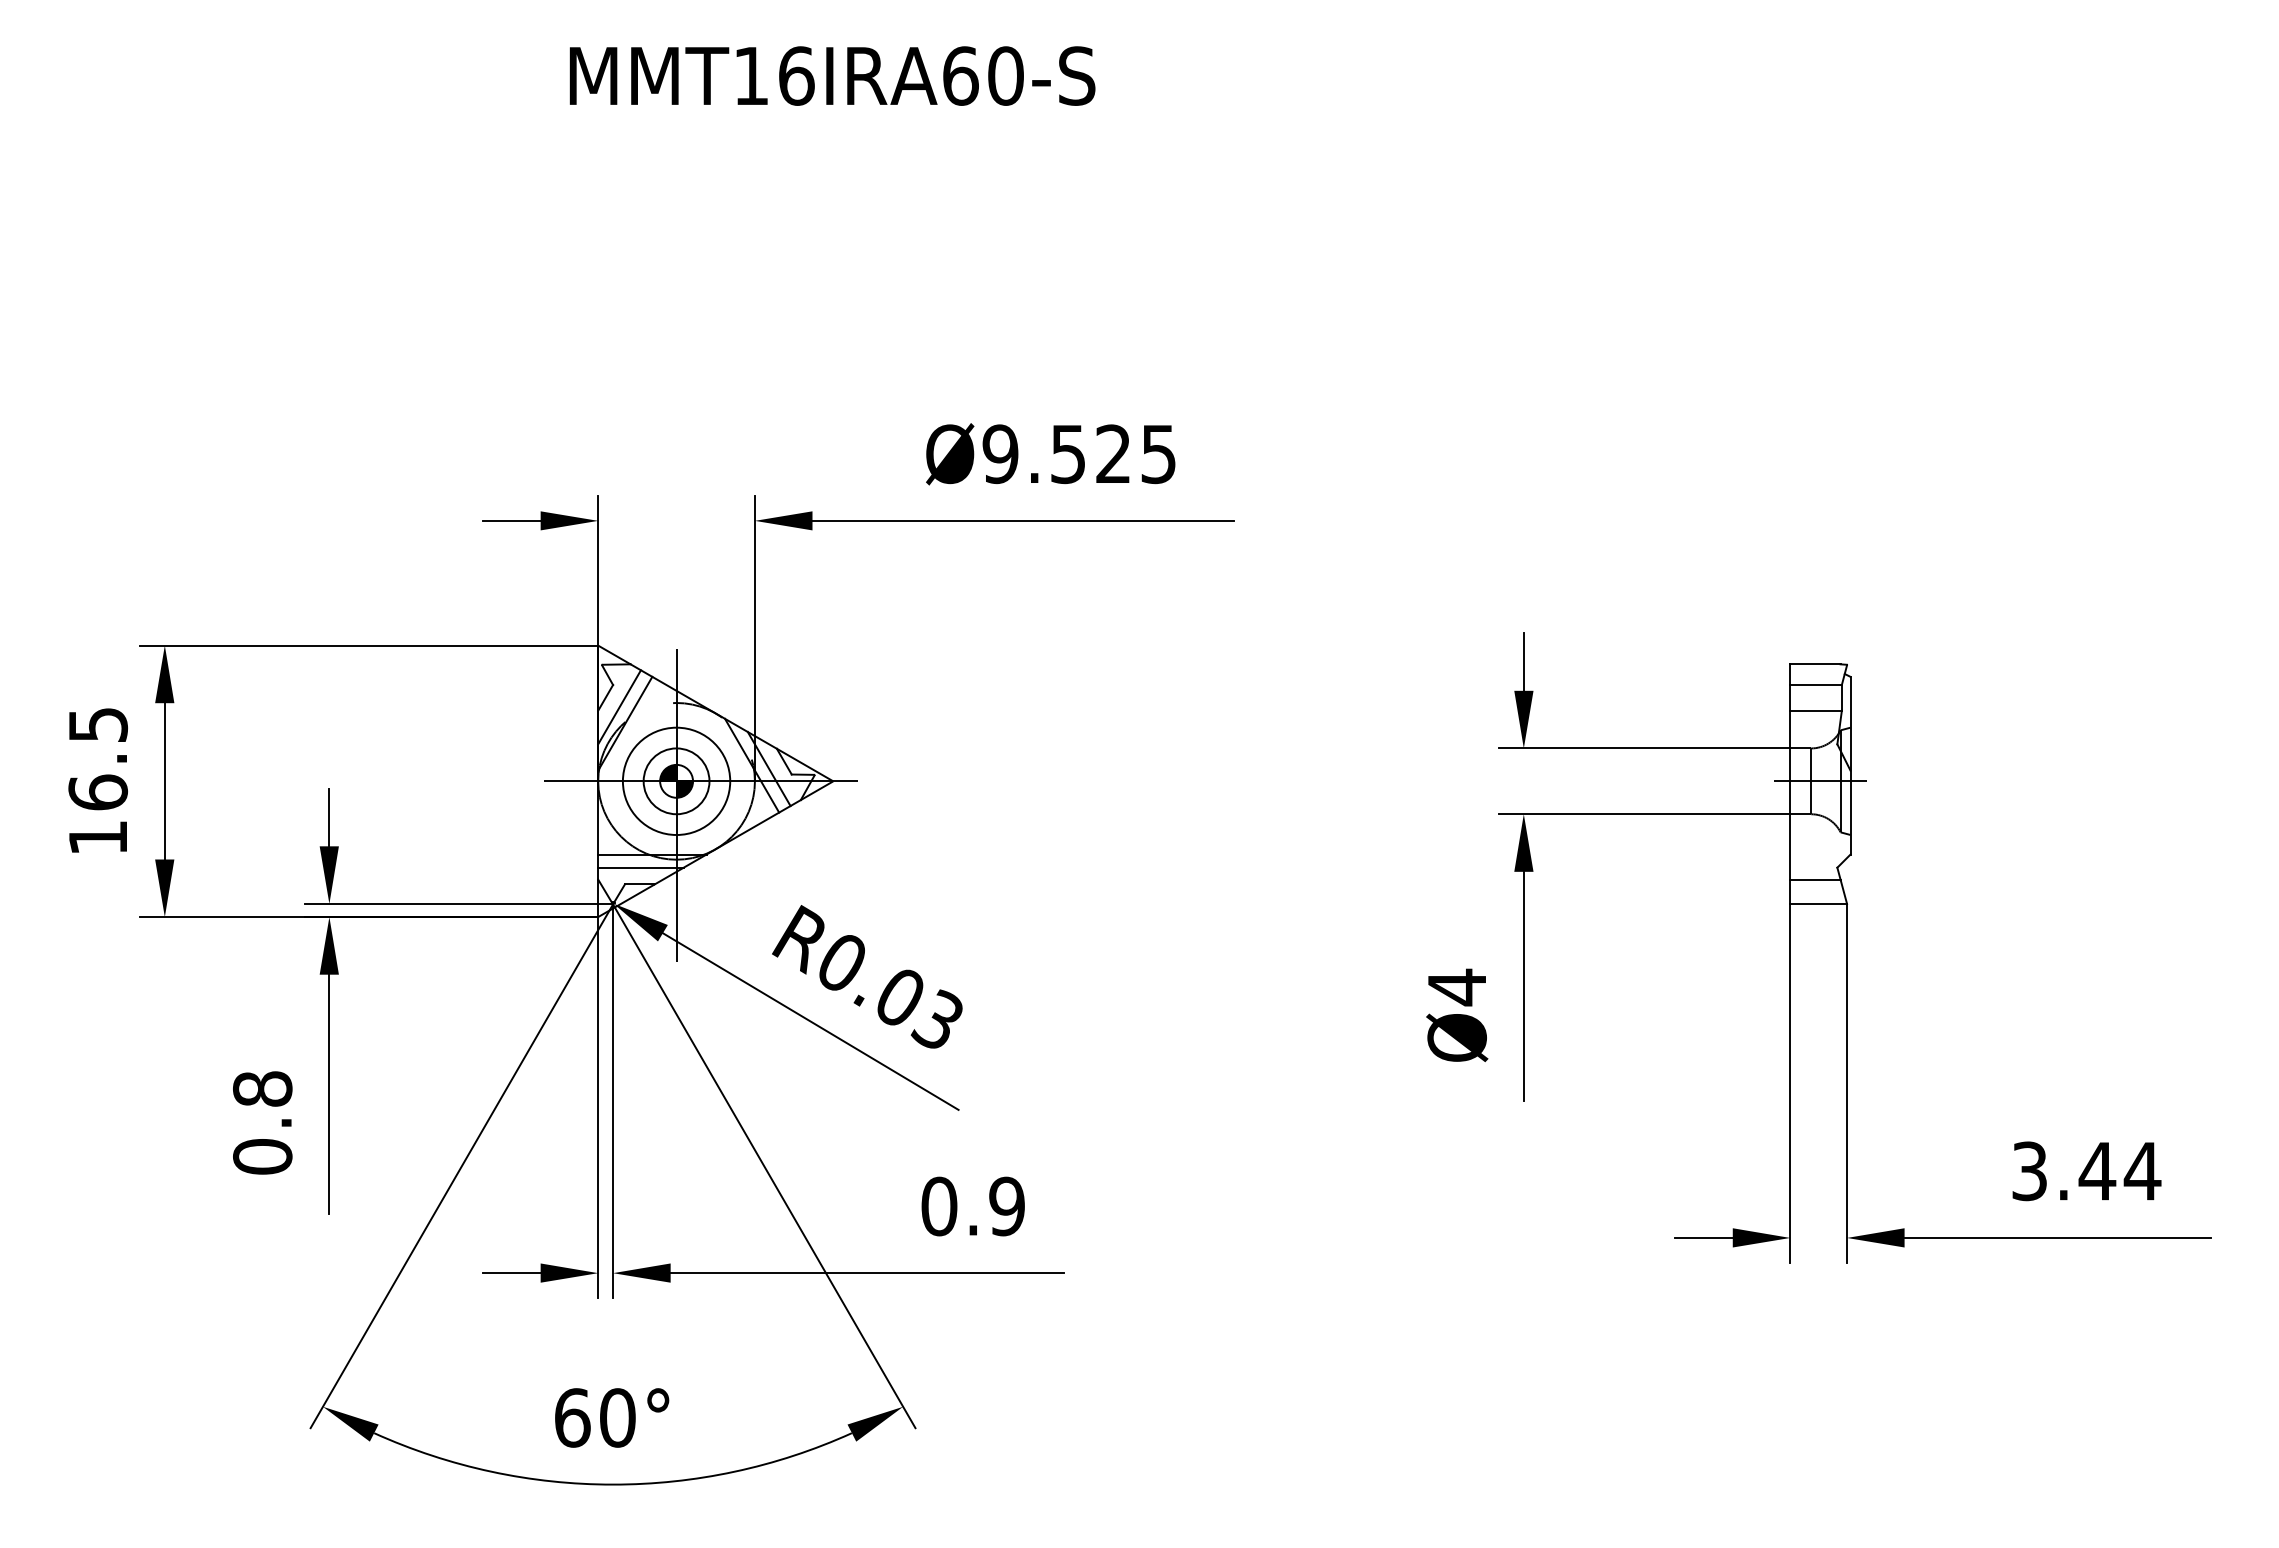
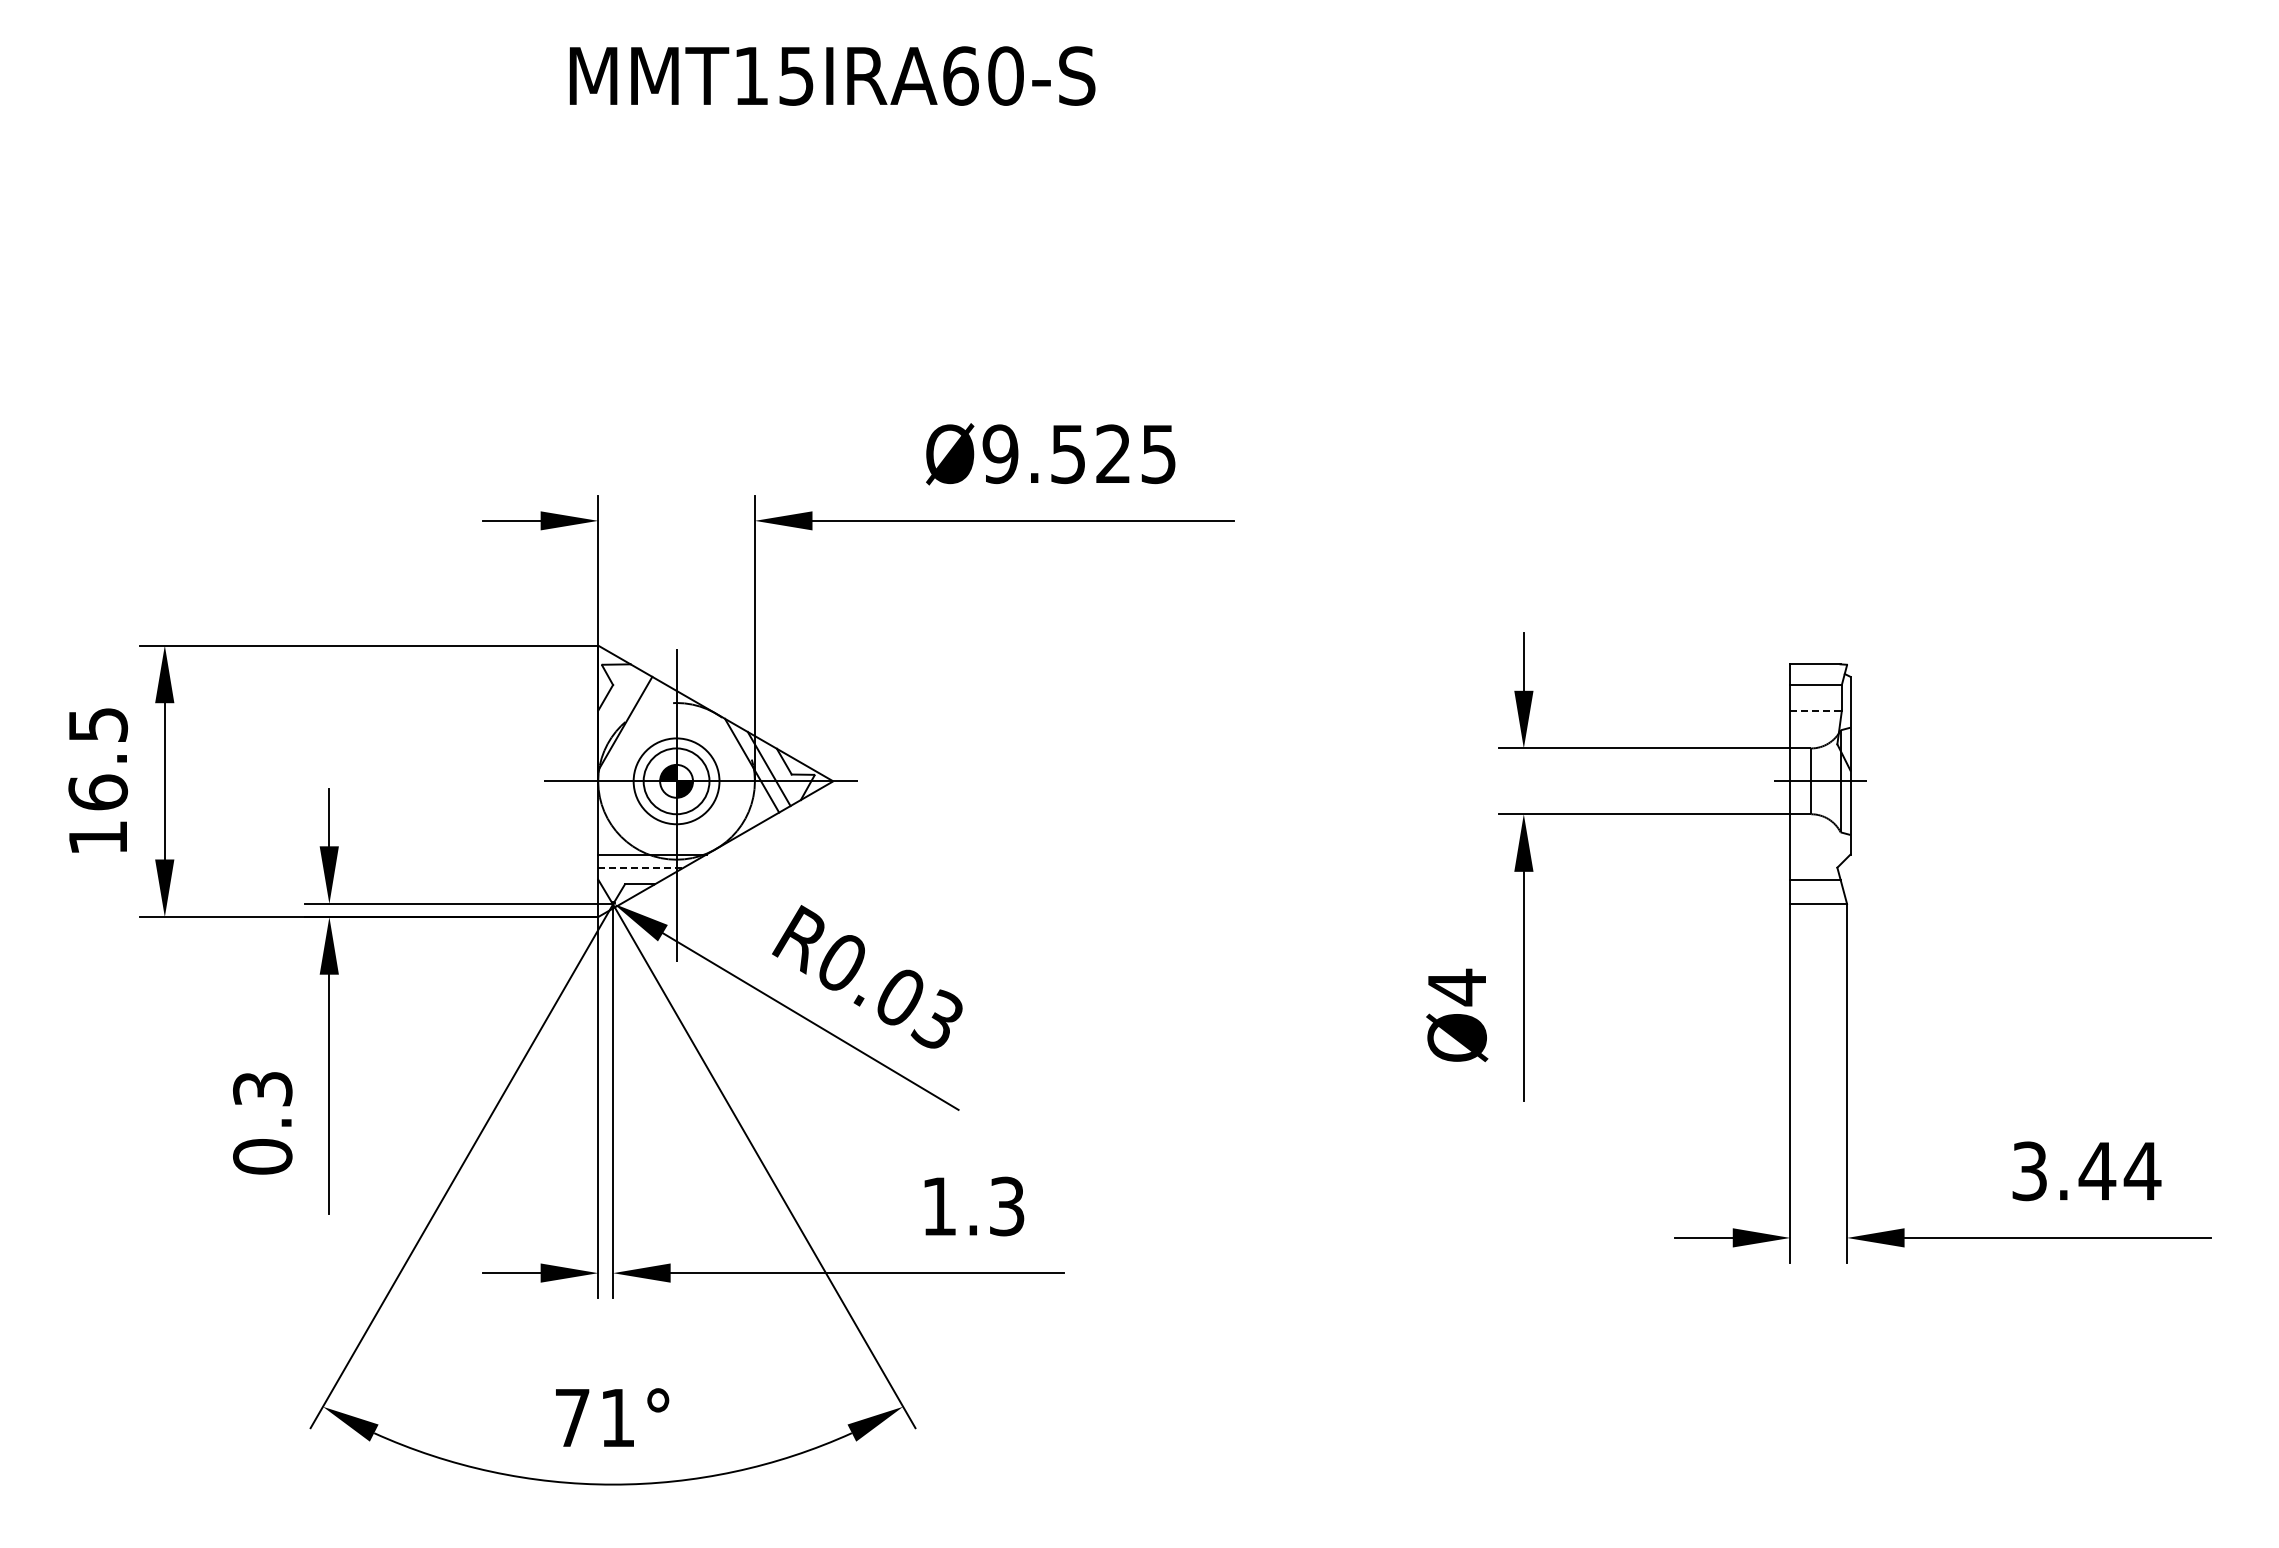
text at (796, 75): MMT16IRA60-S -> MMT15IRA60-S
line at (619, 707): present -> none
line at (1816, 710): solid -> dashed
circle at (676, 781) diameter: 107 px -> 86 px
line at (640, 867): solid -> dashed
text at (262, 1088): 0.8 -> 0.3
text at (972, 1206): 0.9 -> 1.3
text at (595, 1417): 60° -> 71°
